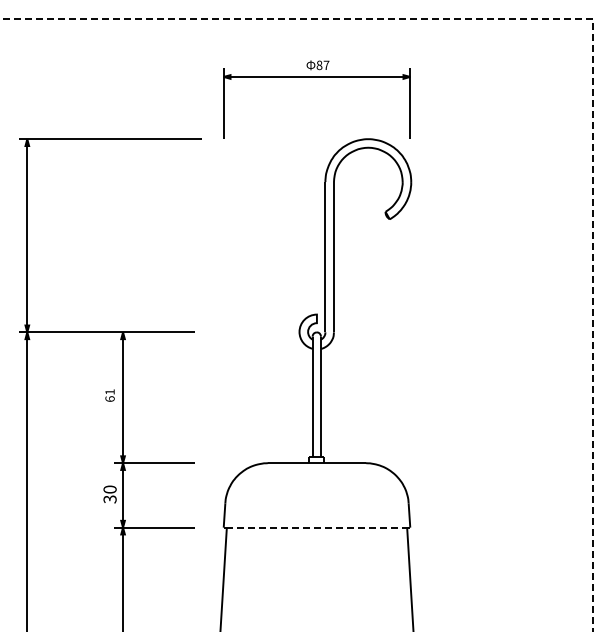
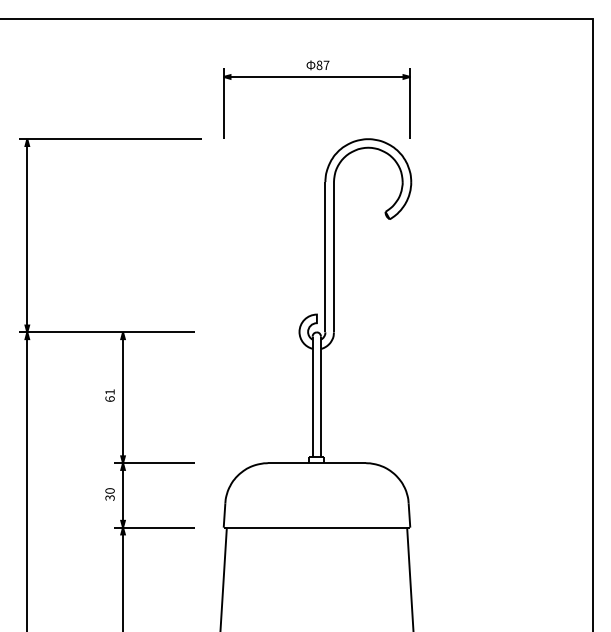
line at (592, 28): dashed -> solid
part at (109, 494) size: 14x19 px -> 10x13 px
line at (316, 527): dashed -> solid
